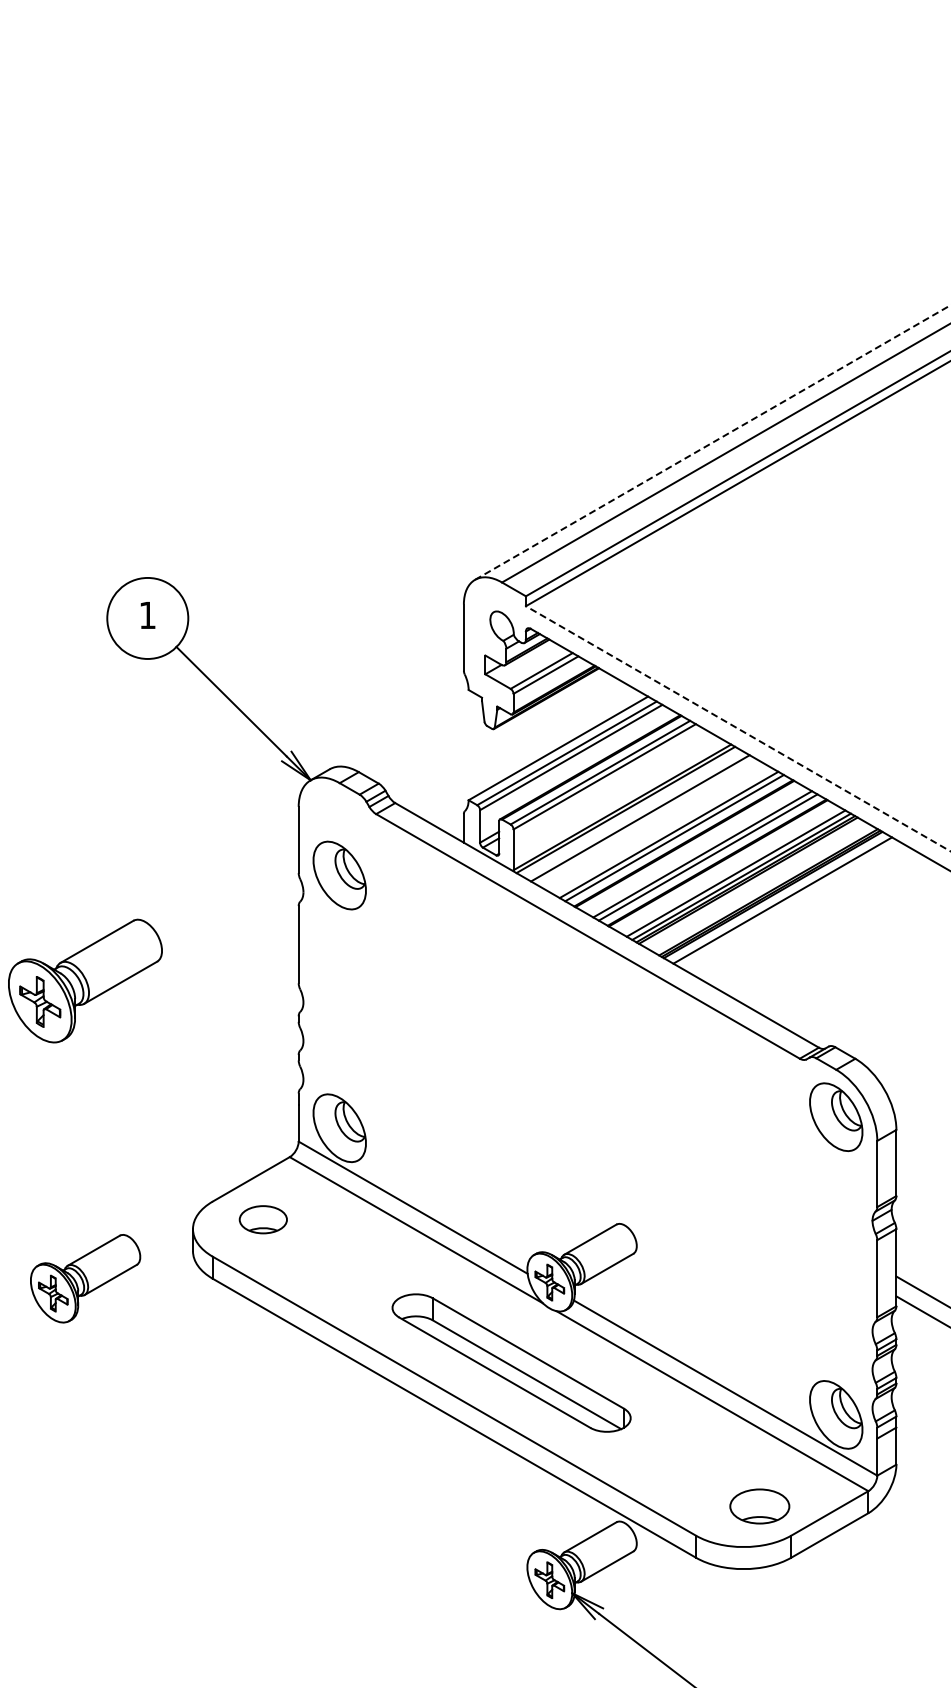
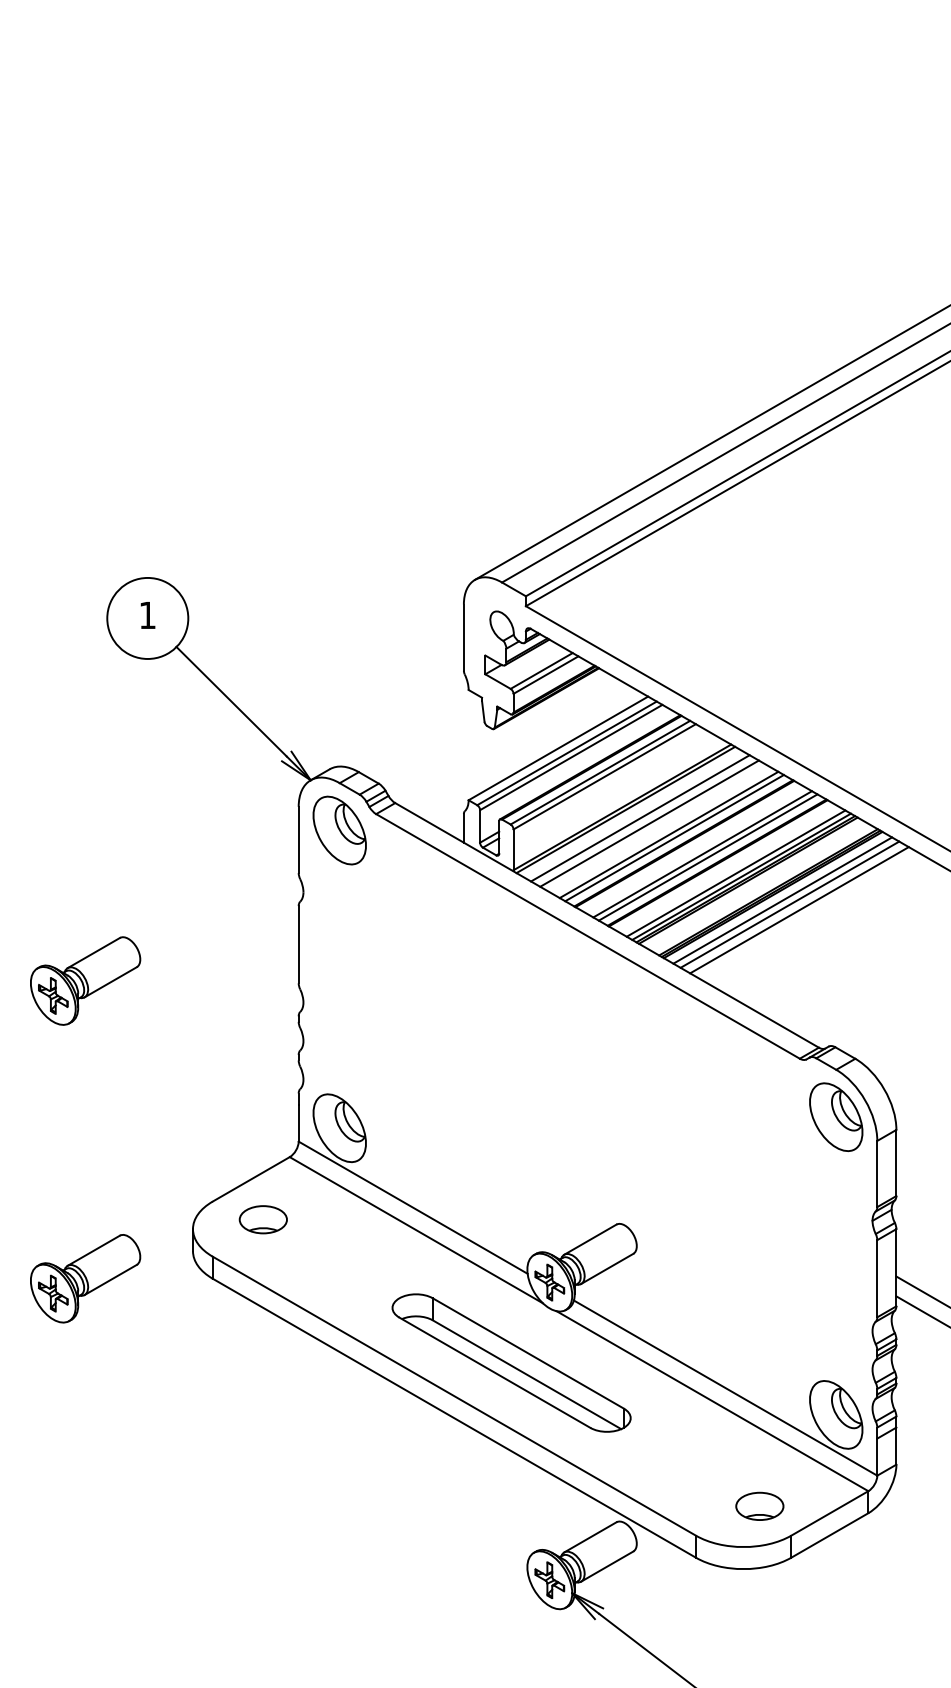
line at (713, 442): dashed -> solid
line at (737, 728): dashed -> solid
line at (649, 823): none -> present
part at (339, 875) position: (339, 875) -> (339, 830)
line at (789, 904): none -> present
line at (799, 910): none -> present
part at (85, 980) size: 155x126 px -> 112x90 px
part at (759, 1506) size: 62x37 px -> 50x30 px
